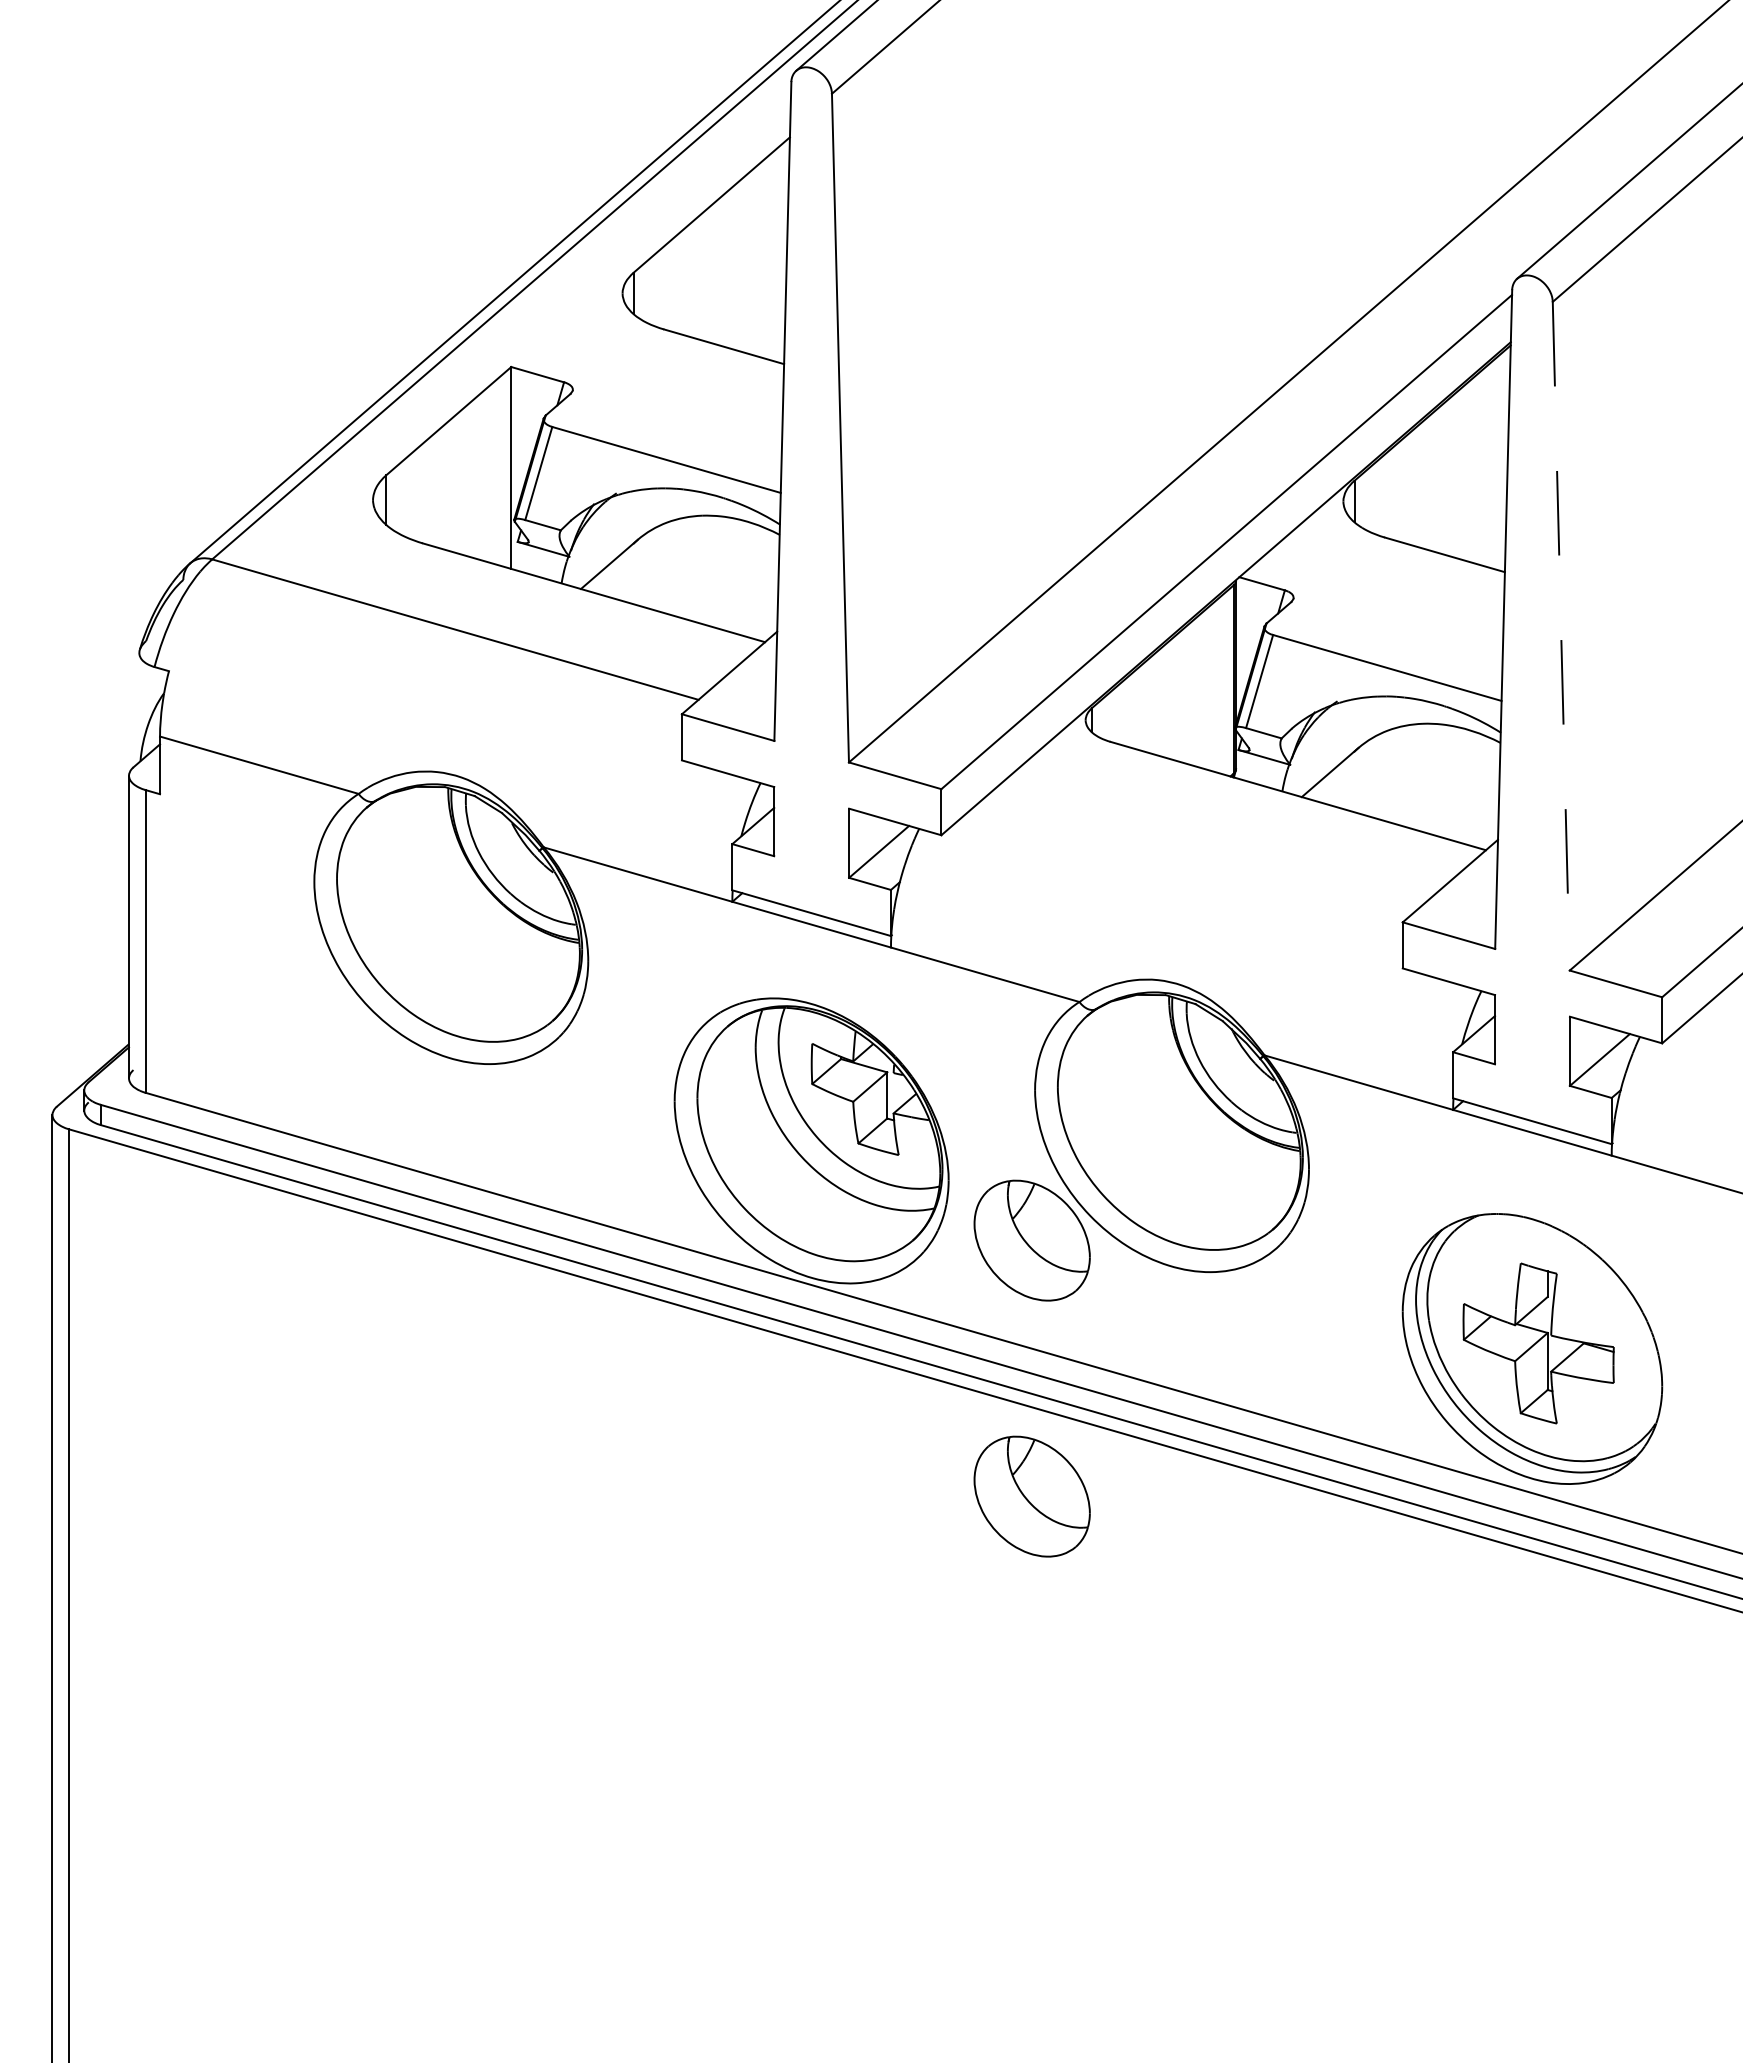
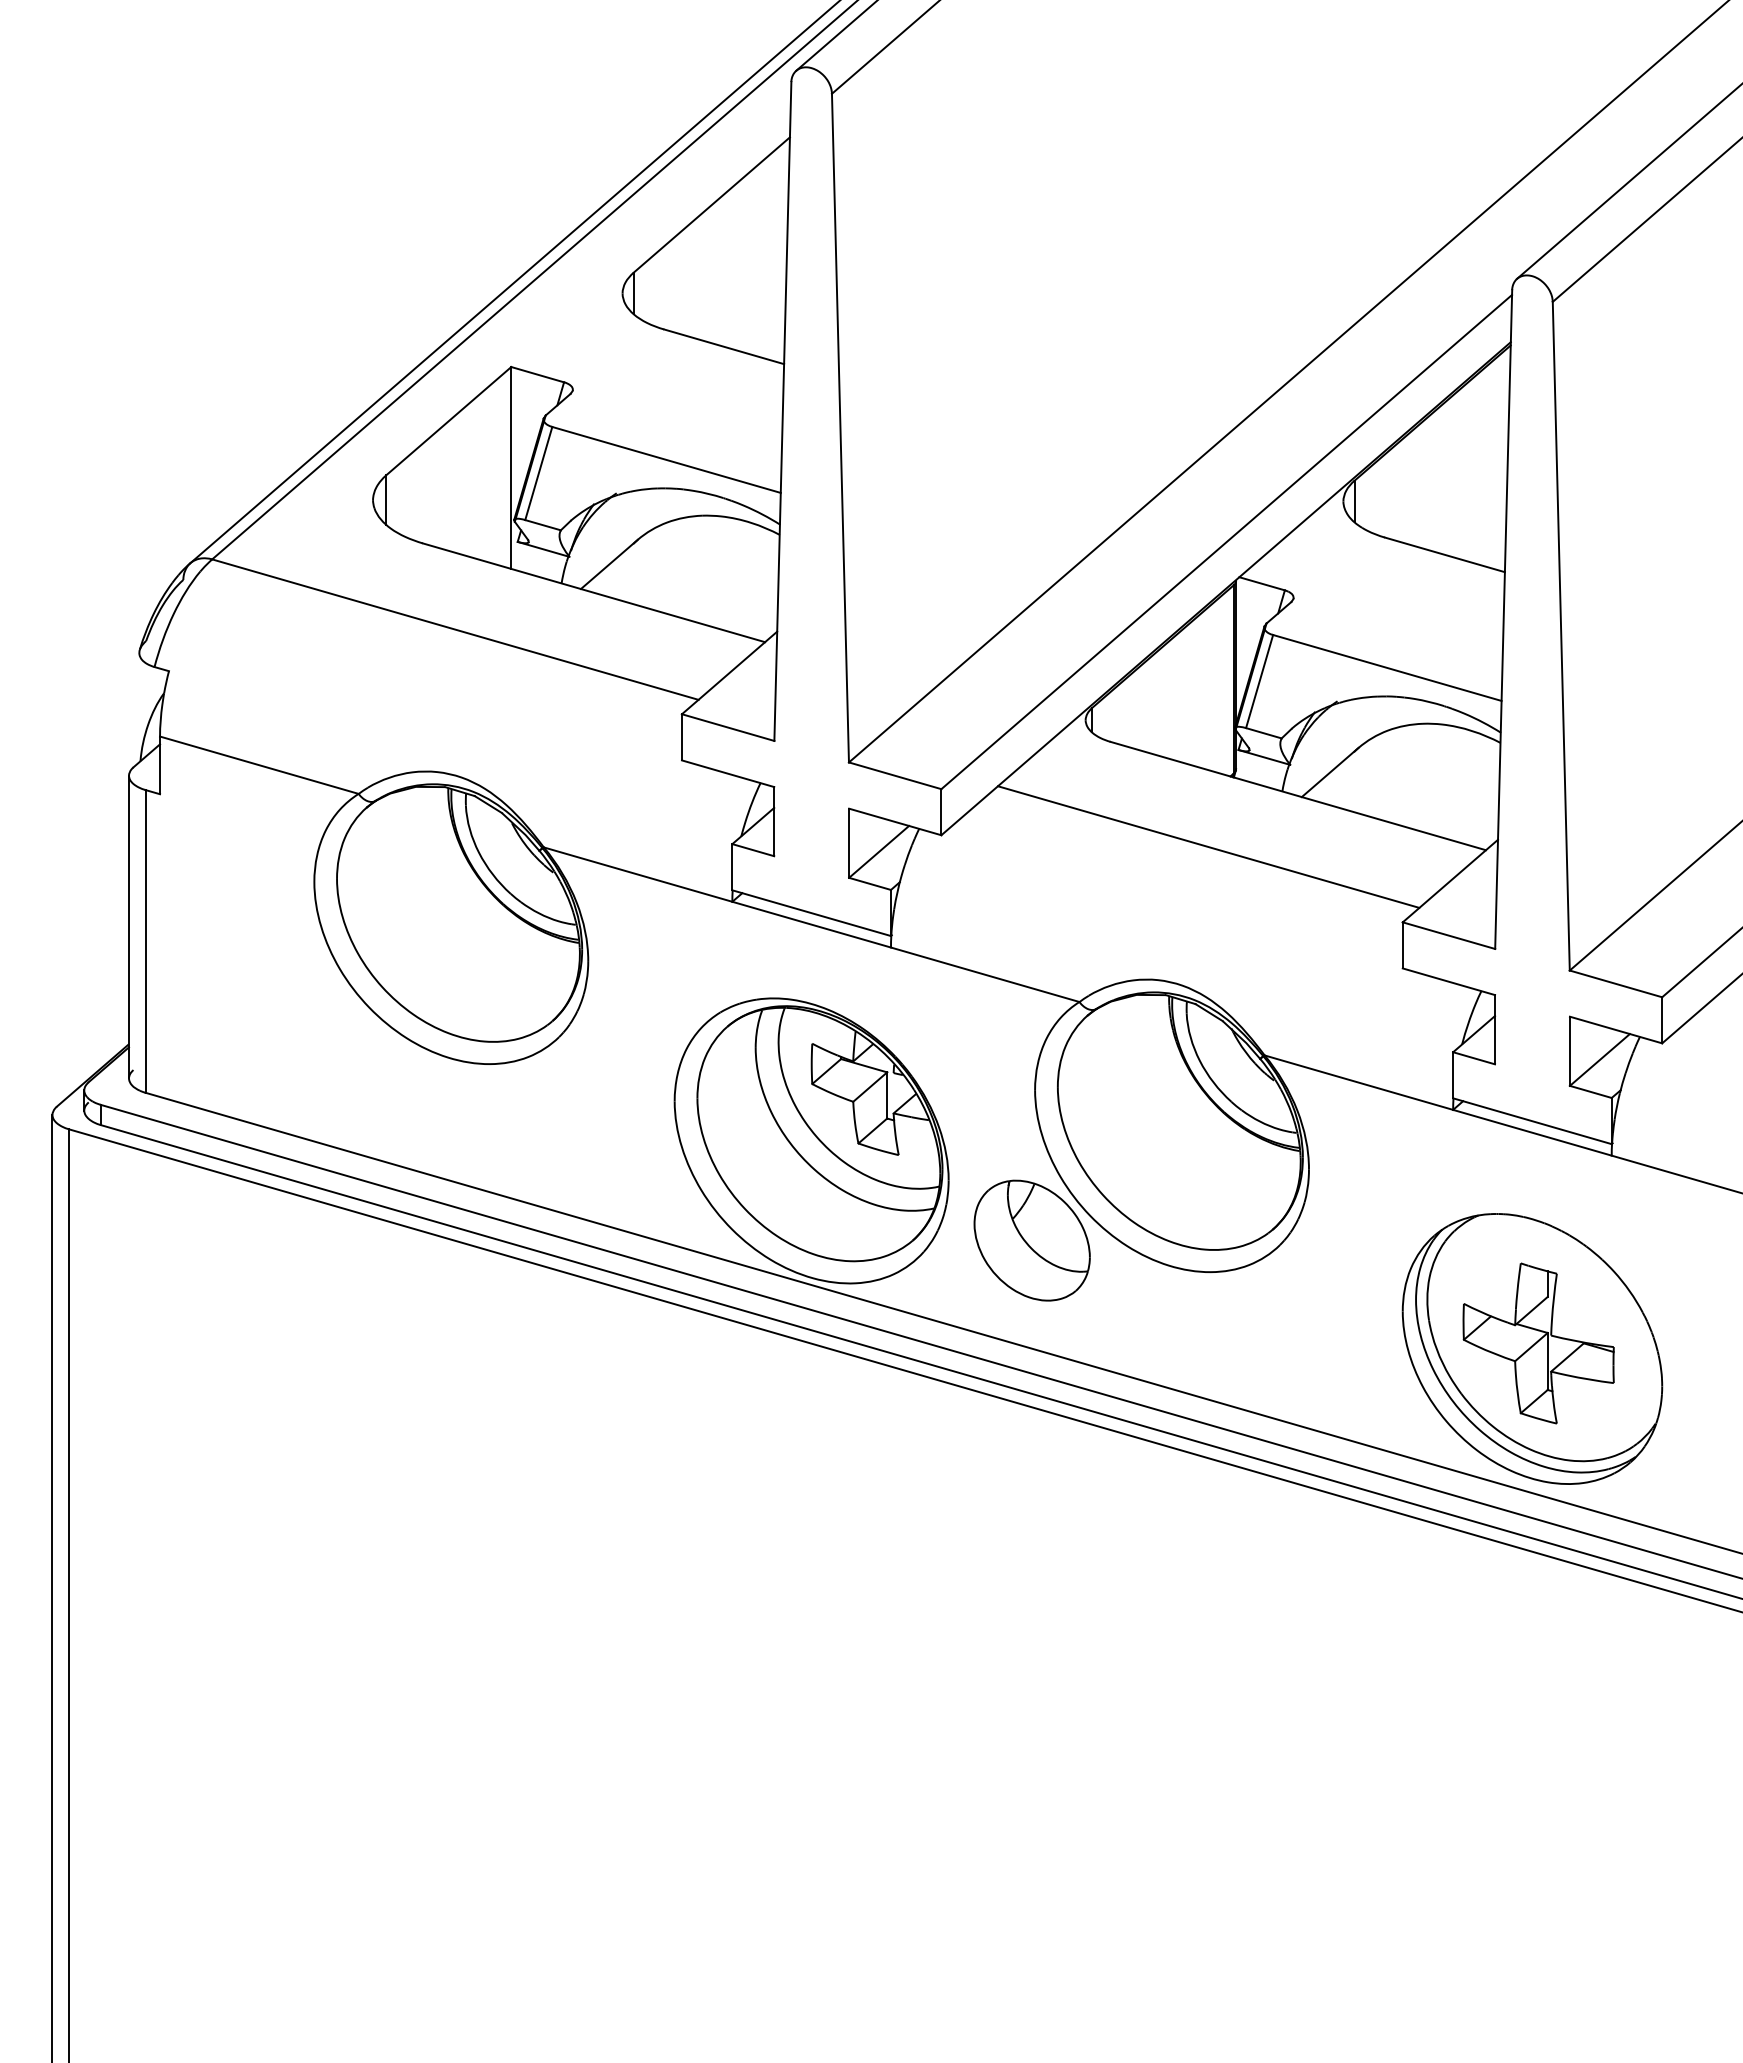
line at (1561, 636): dashed -> solid
line at (1208, 846): none -> present
part at (1031, 1496): present -> none
